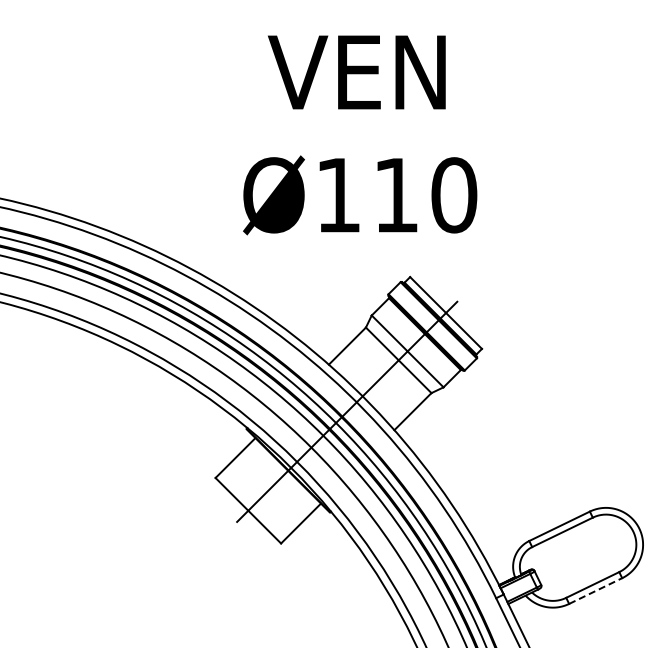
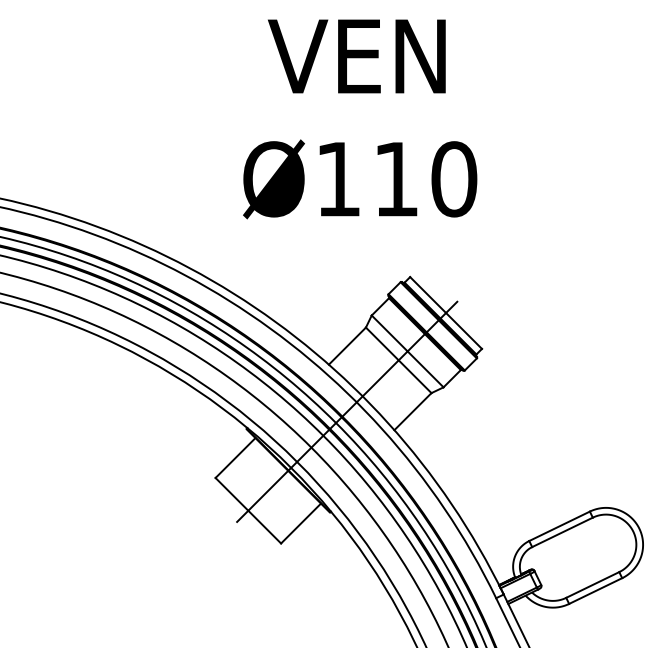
text at (360, 135) position: (360, 135) -> (360, 119)
line at (596, 590): dashed -> solid
